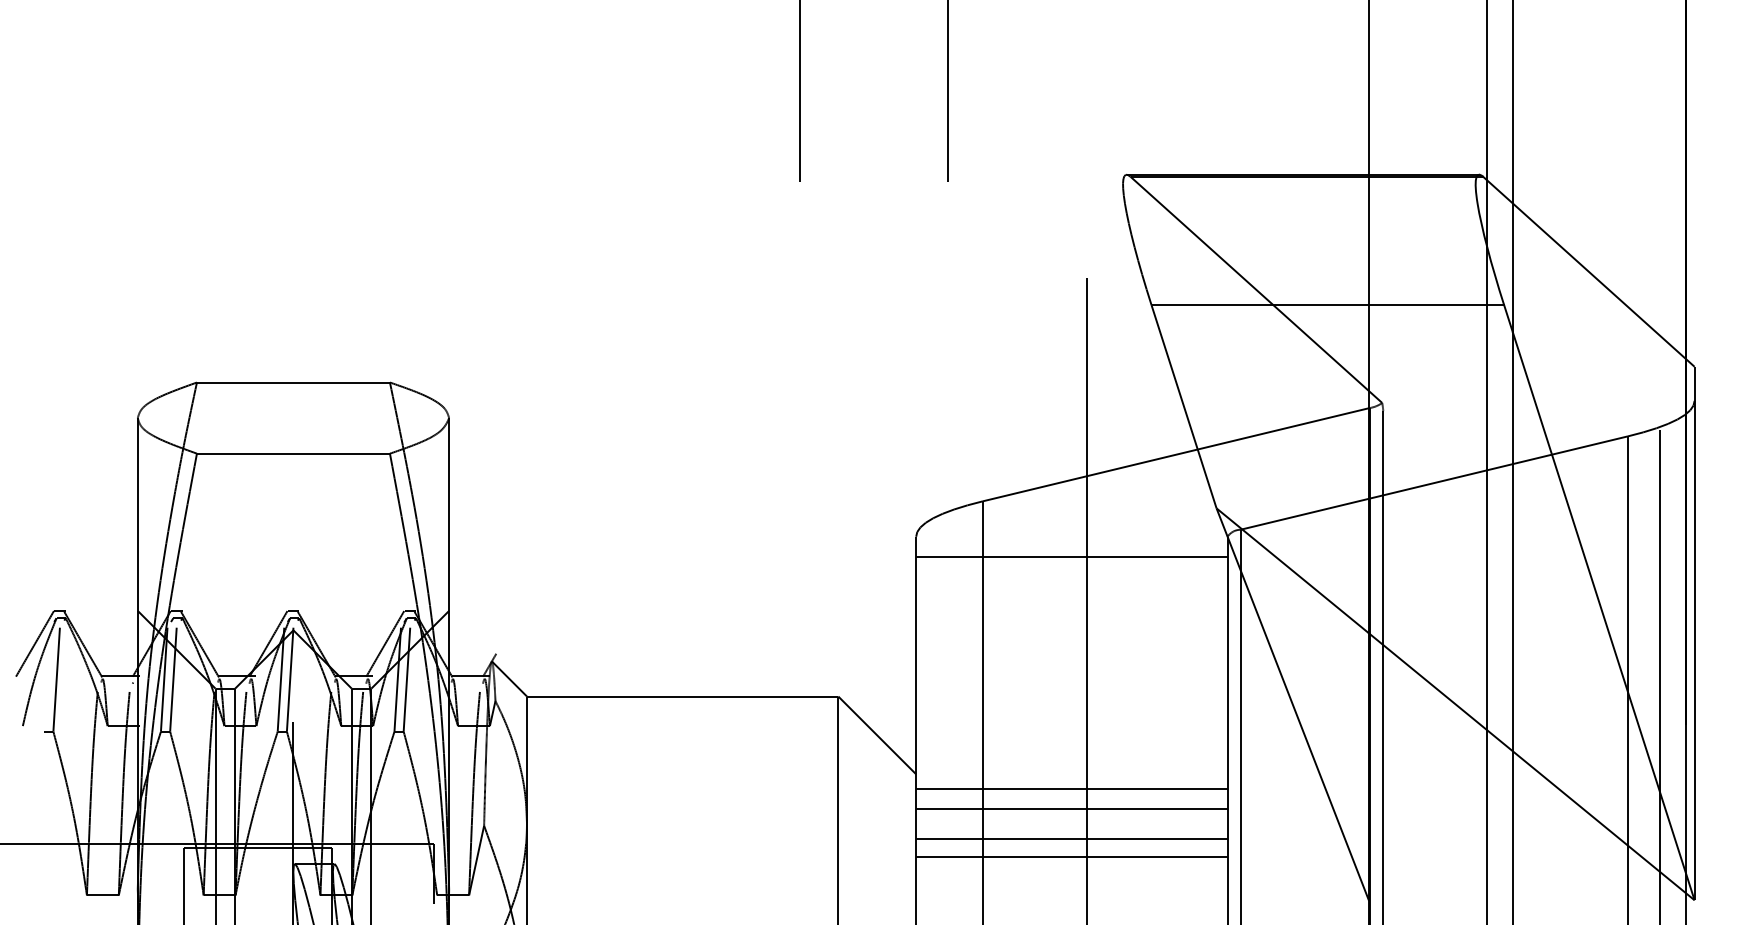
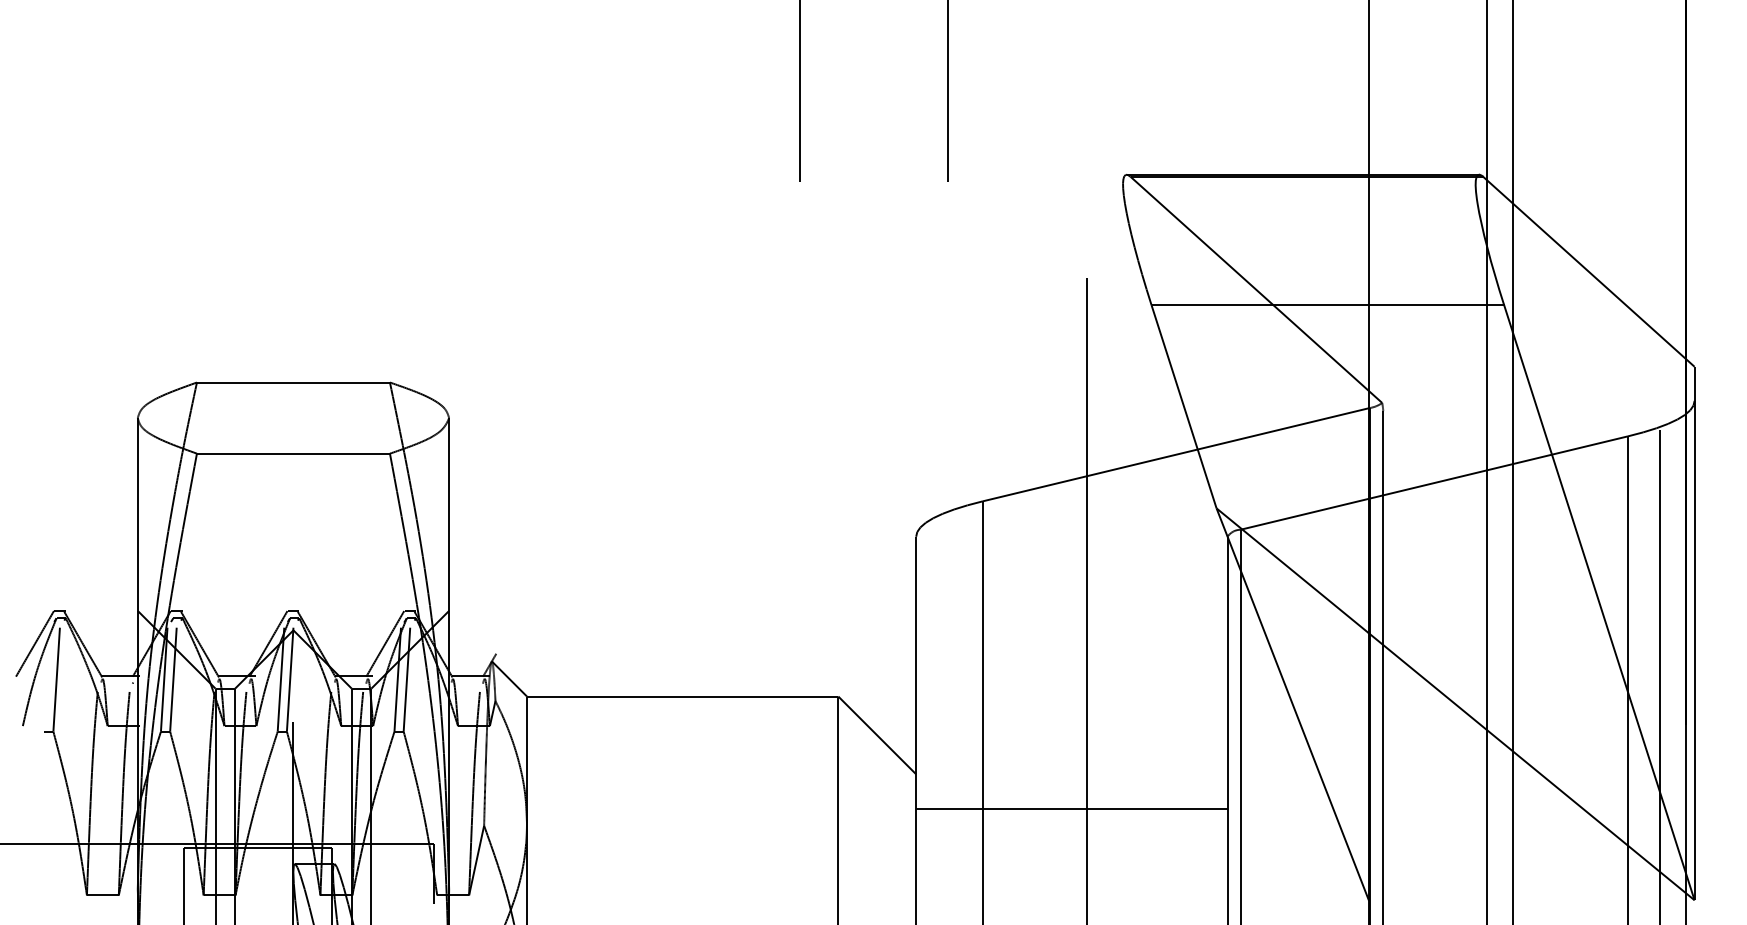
line at (1071, 556): present -> none
line at (1071, 789): present -> none
line at (1071, 839): present -> none
line at (1071, 857): present -> none
